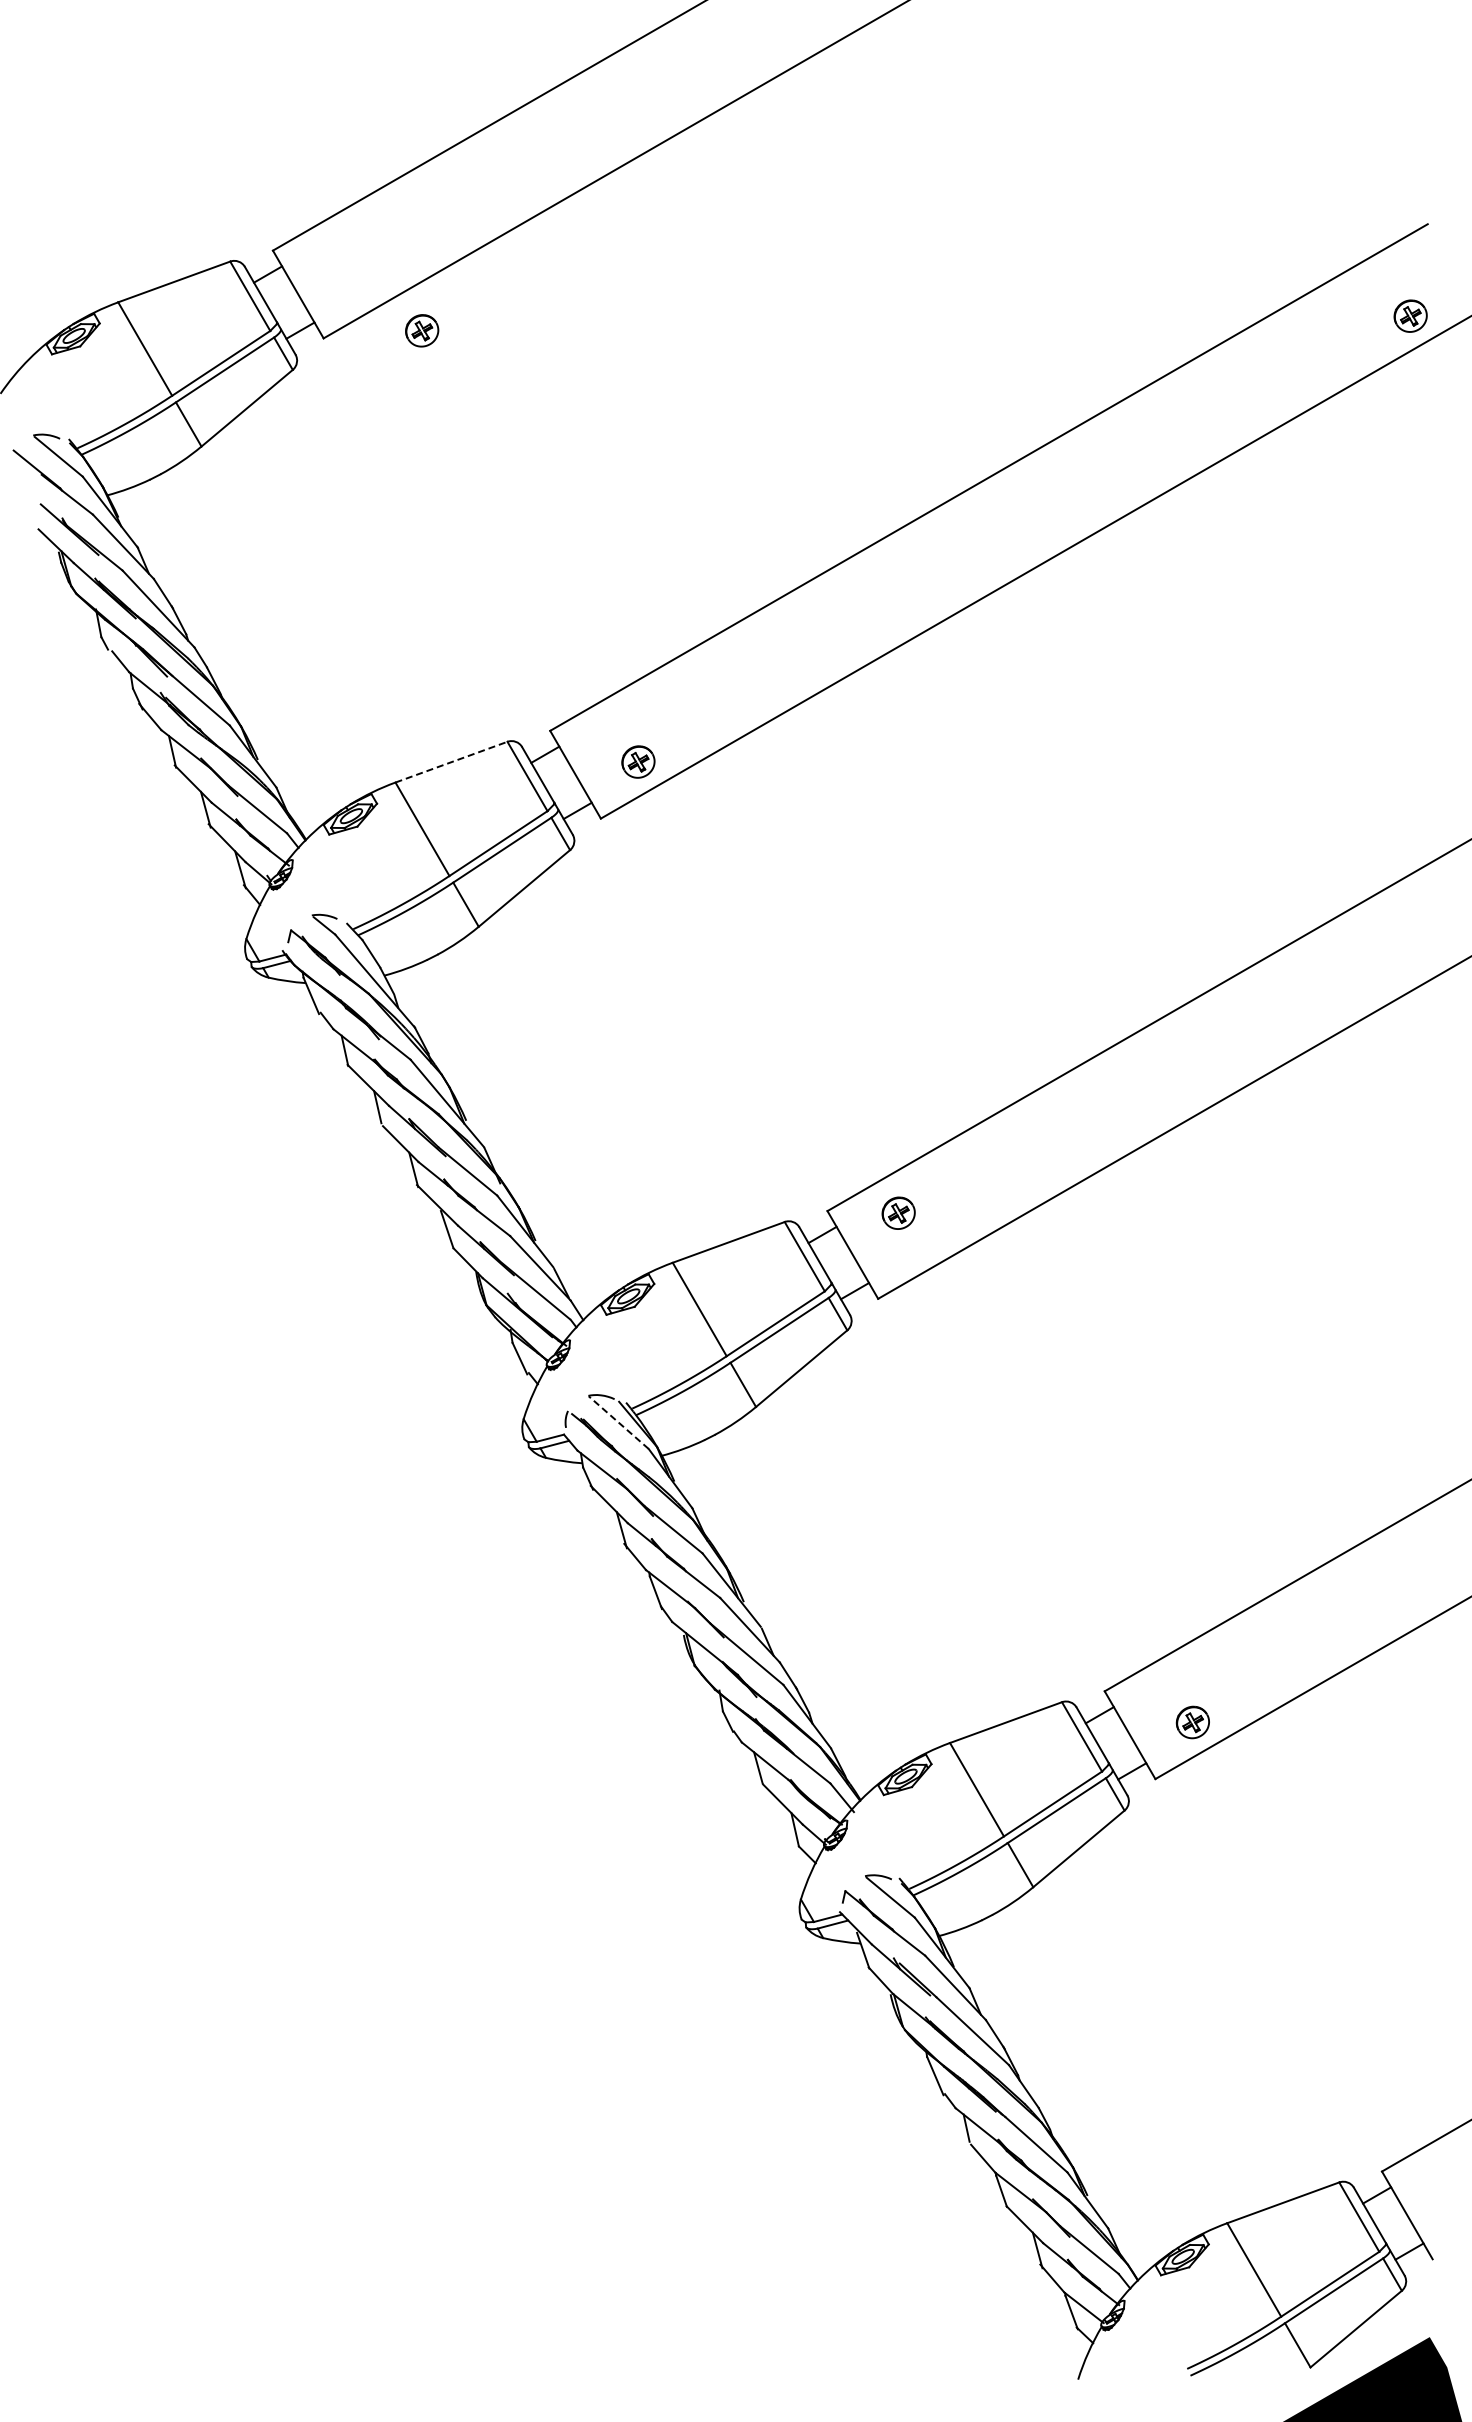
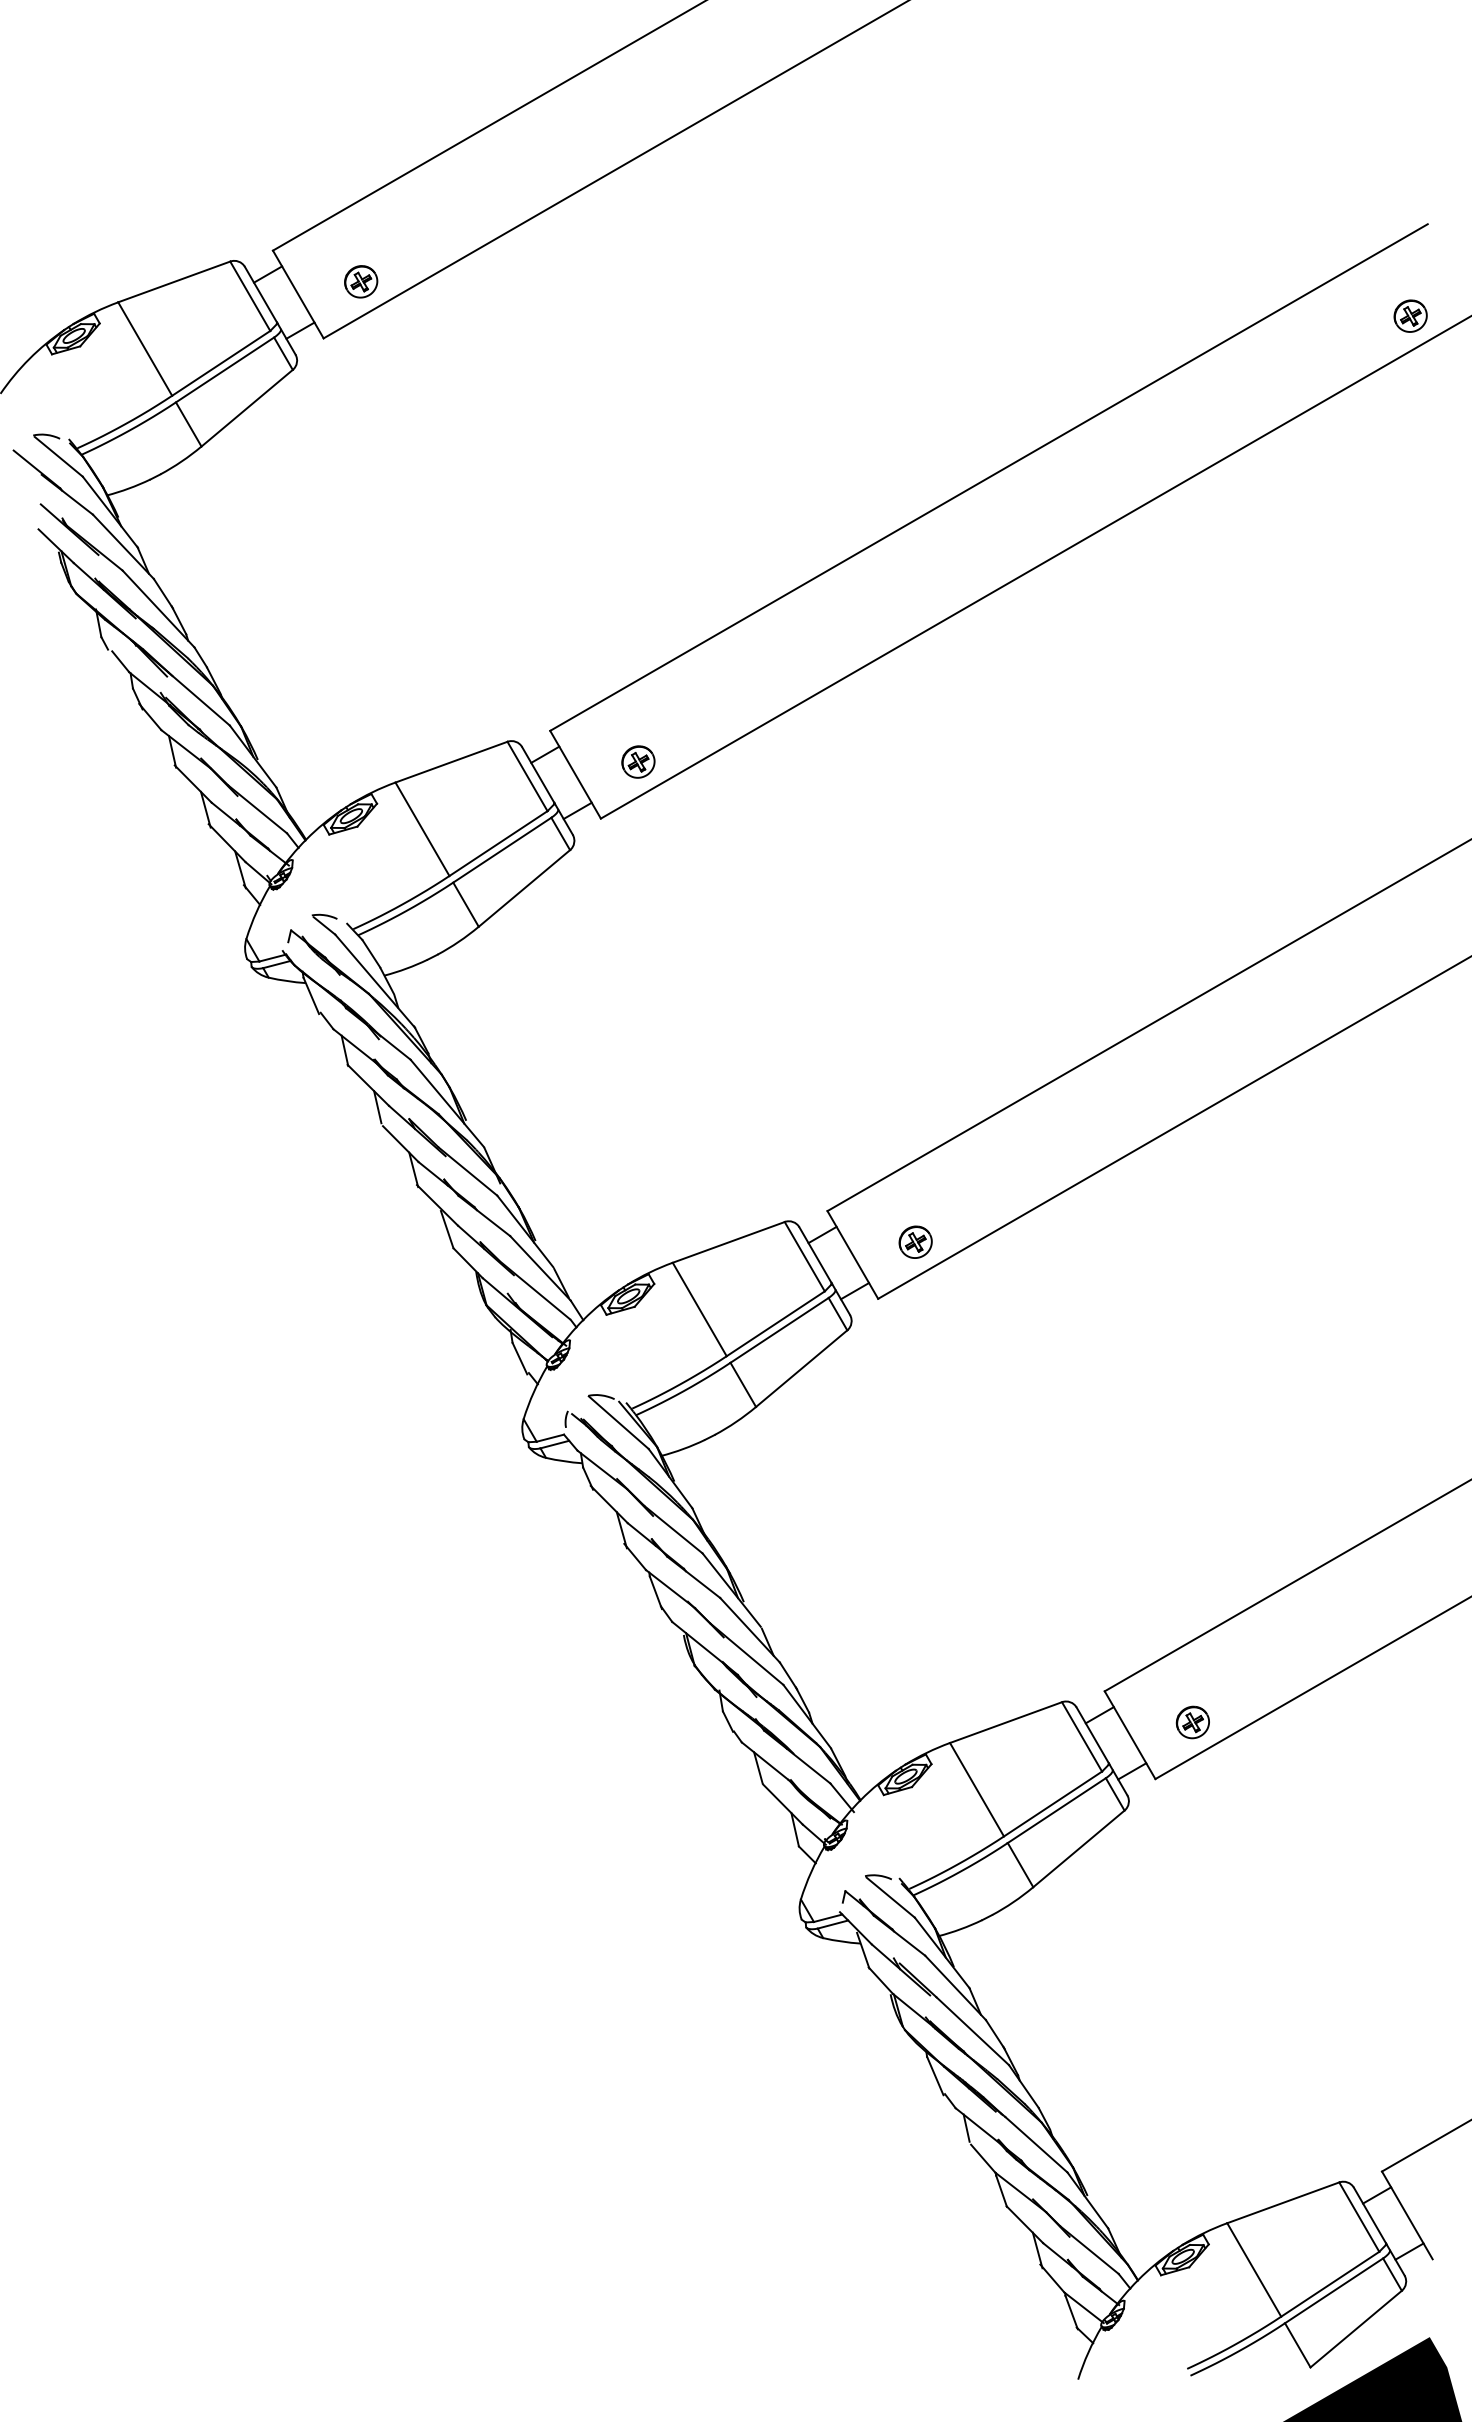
part at (422, 330) position: (422, 330) -> (361, 281)
line at (451, 762): dashed -> solid
part at (898, 1212) position: (898, 1212) -> (915, 1241)
line at (618, 1422): dashed -> solid
